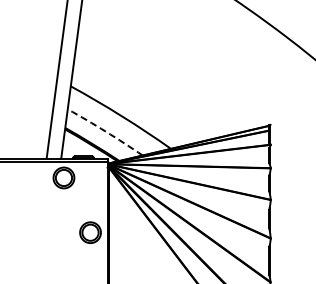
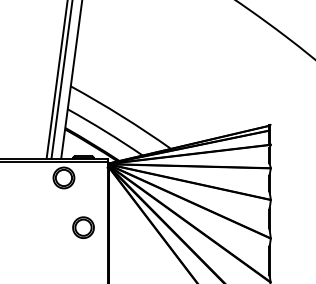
line at (61, 80): none -> present
arc at (105, 131): dashed -> solid
part at (90, 232) position: (90, 232) -> (83, 227)
